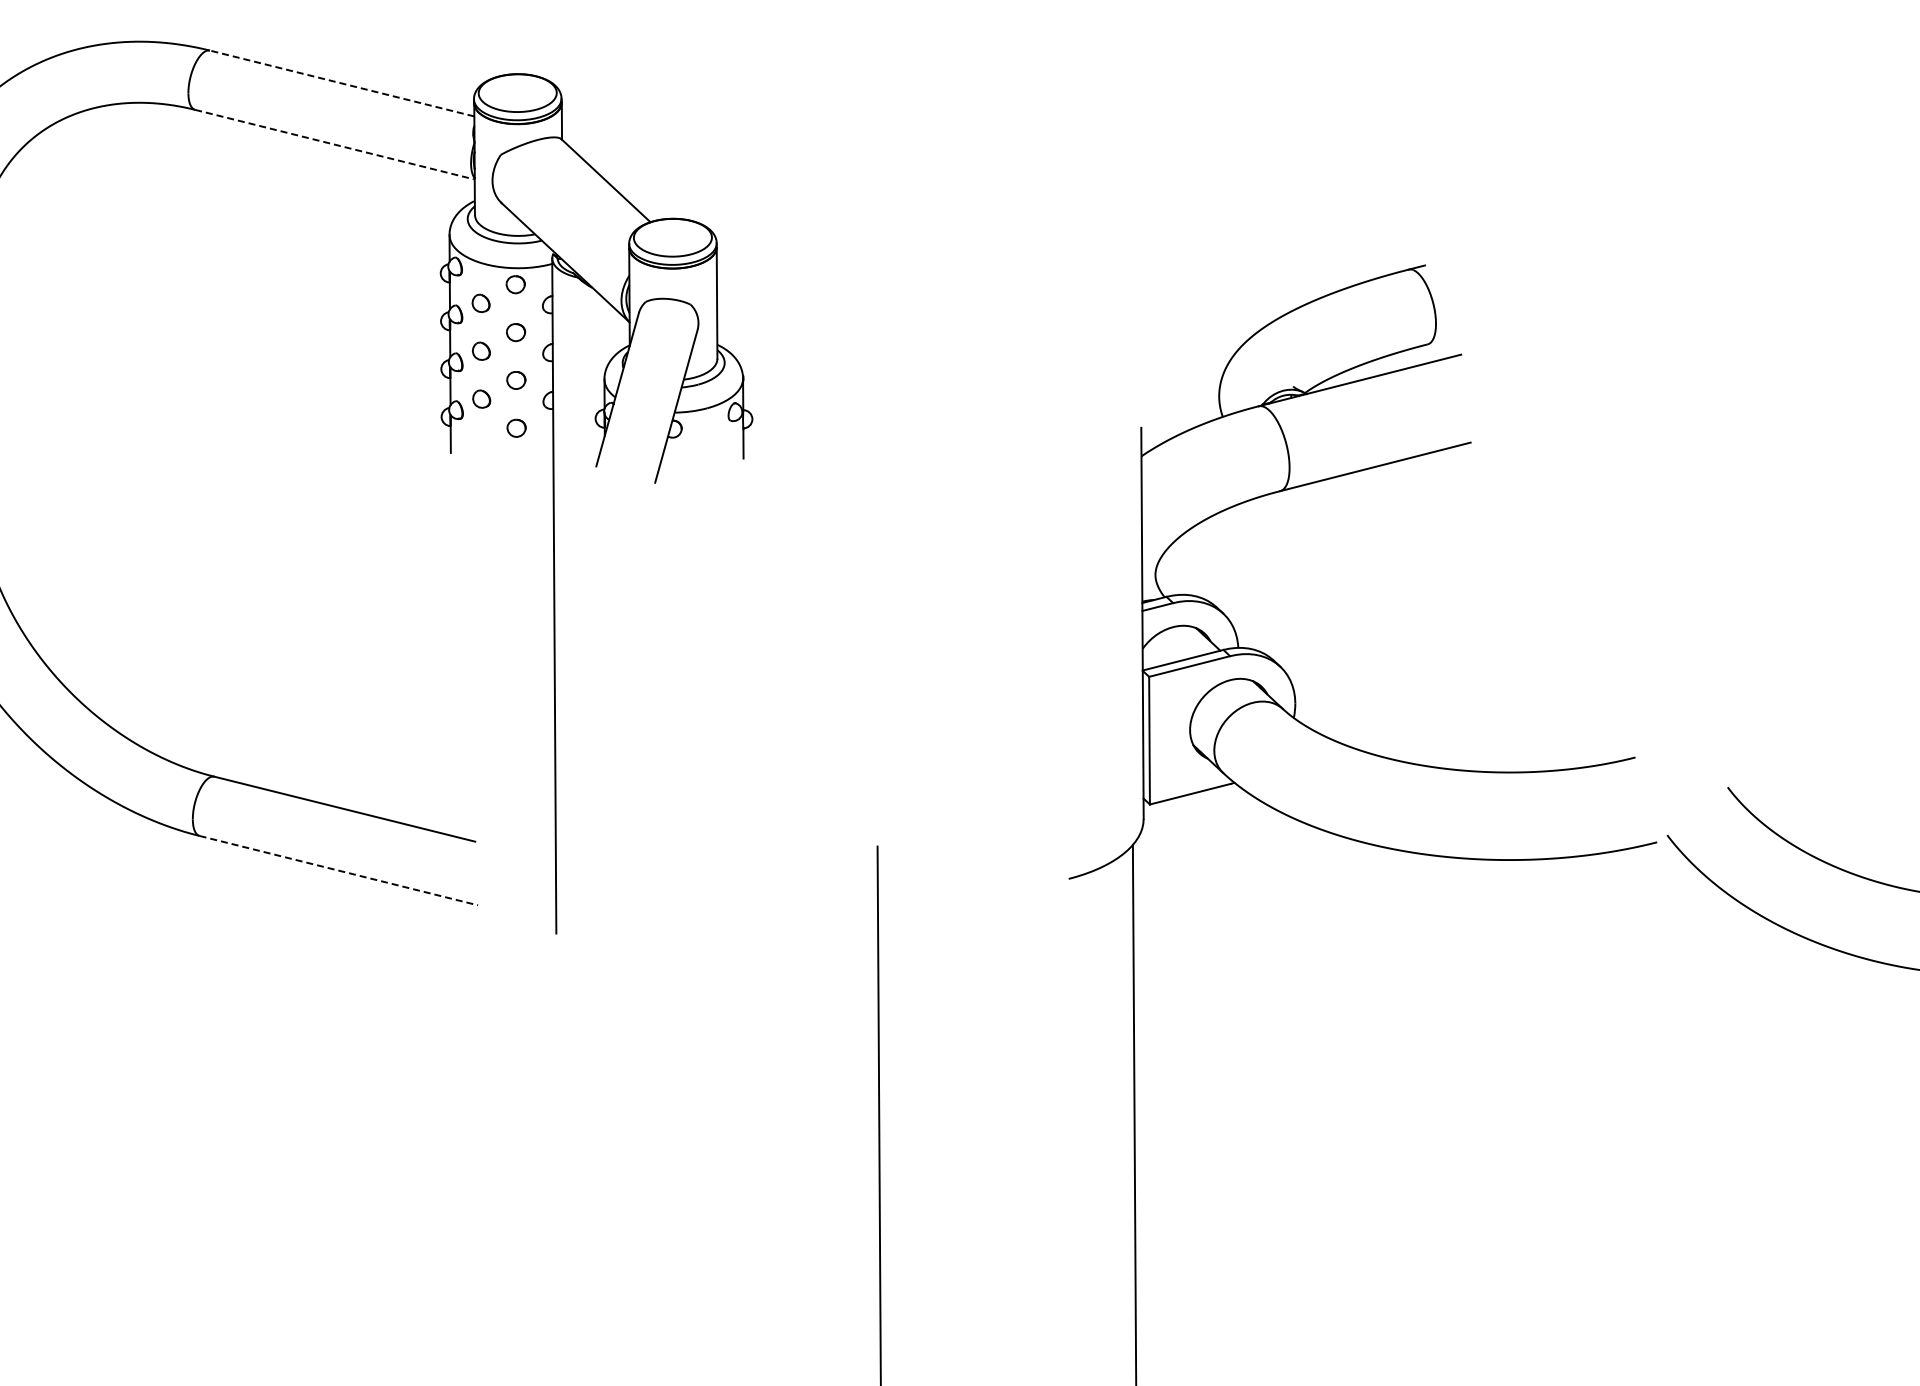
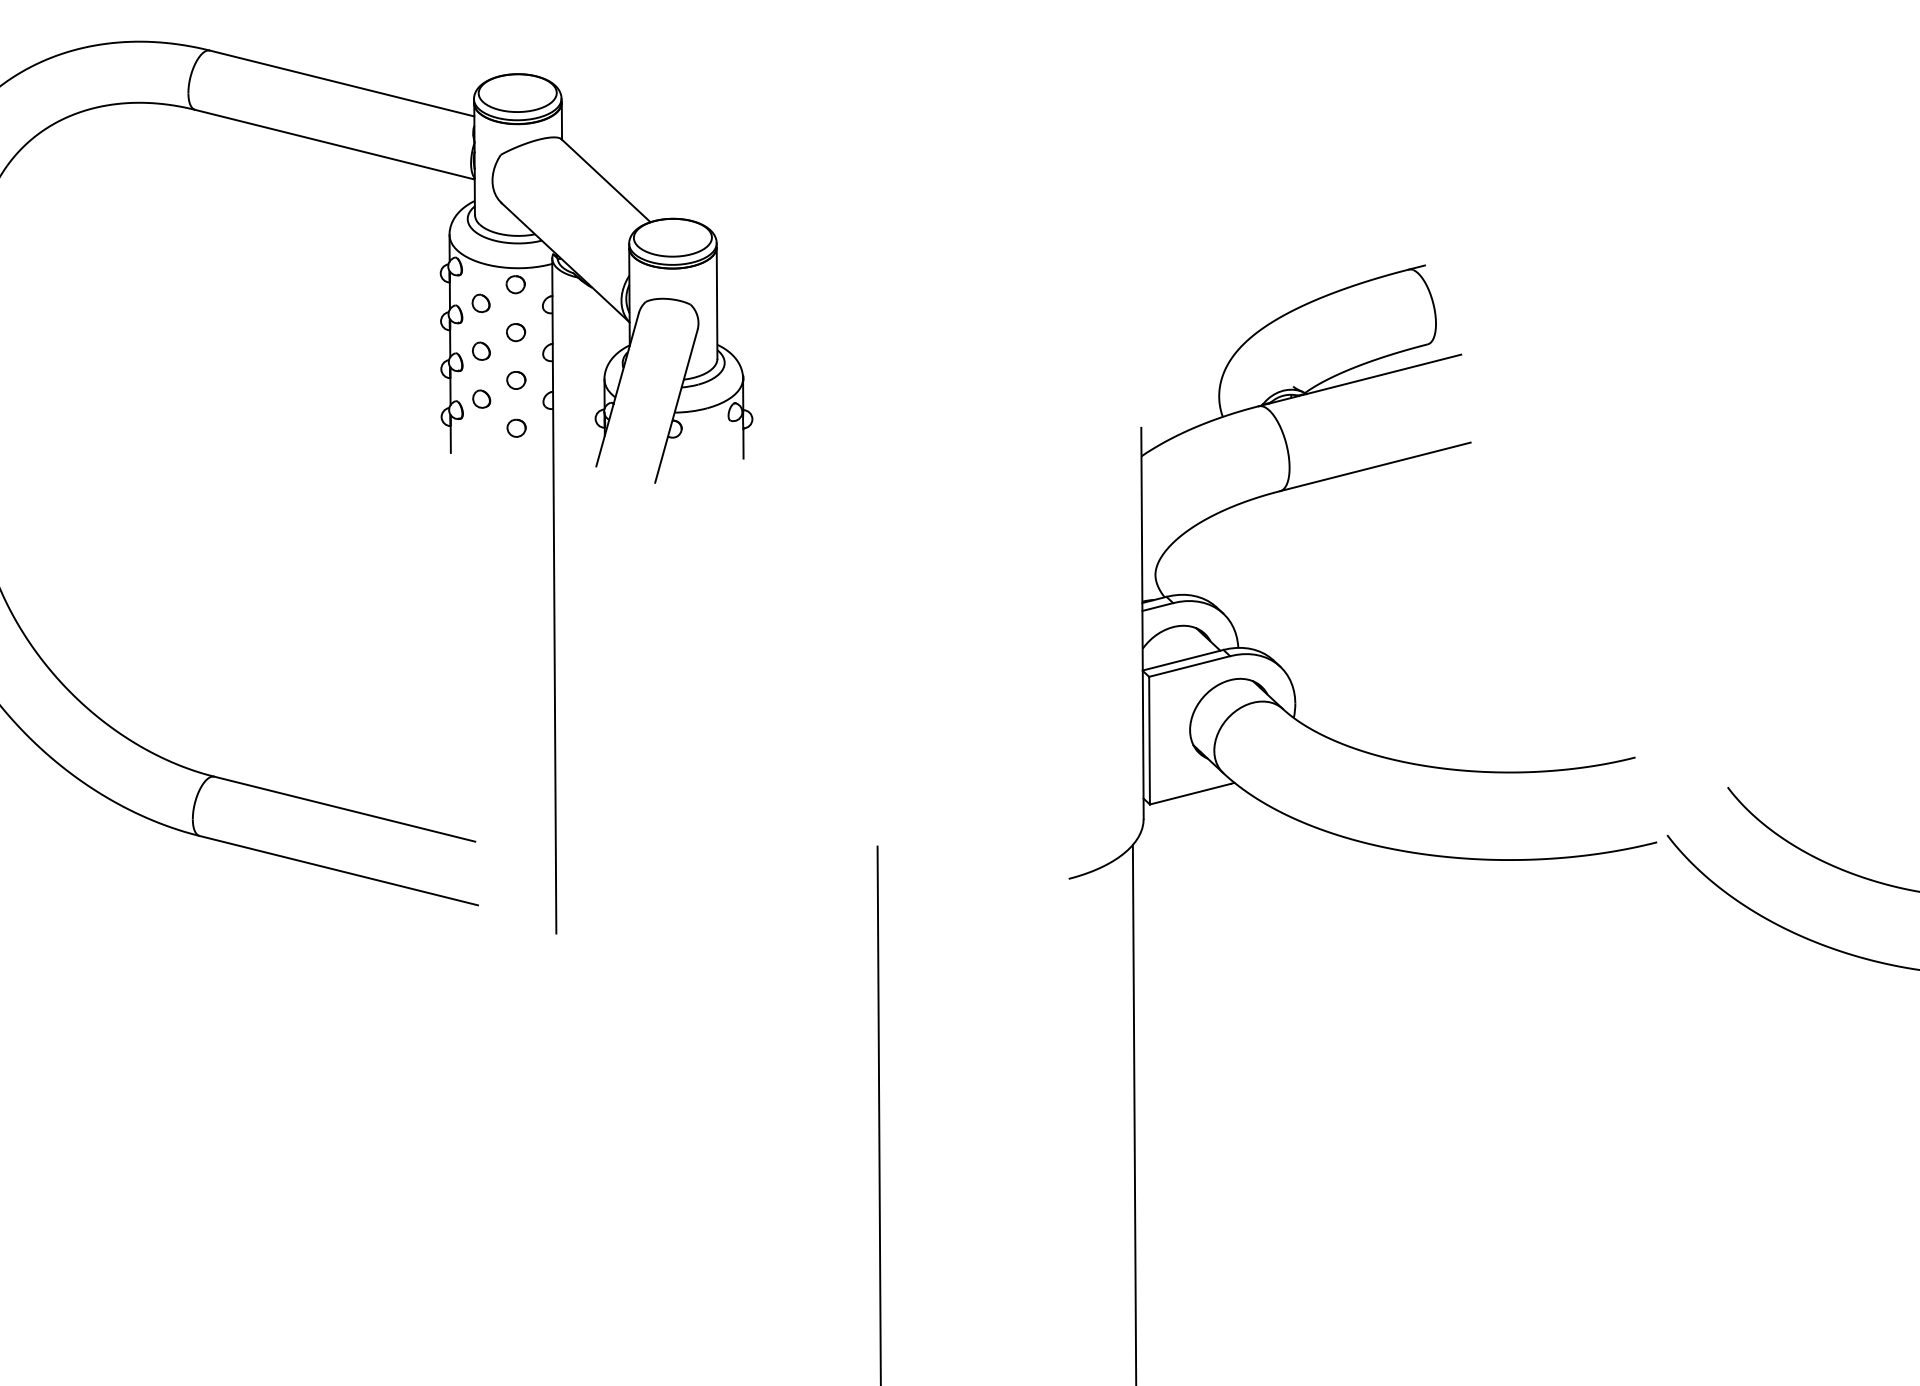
line at (341, 83): dashed -> solid
line at (334, 144): dashed -> solid
line at (339, 870): dashed -> solid
